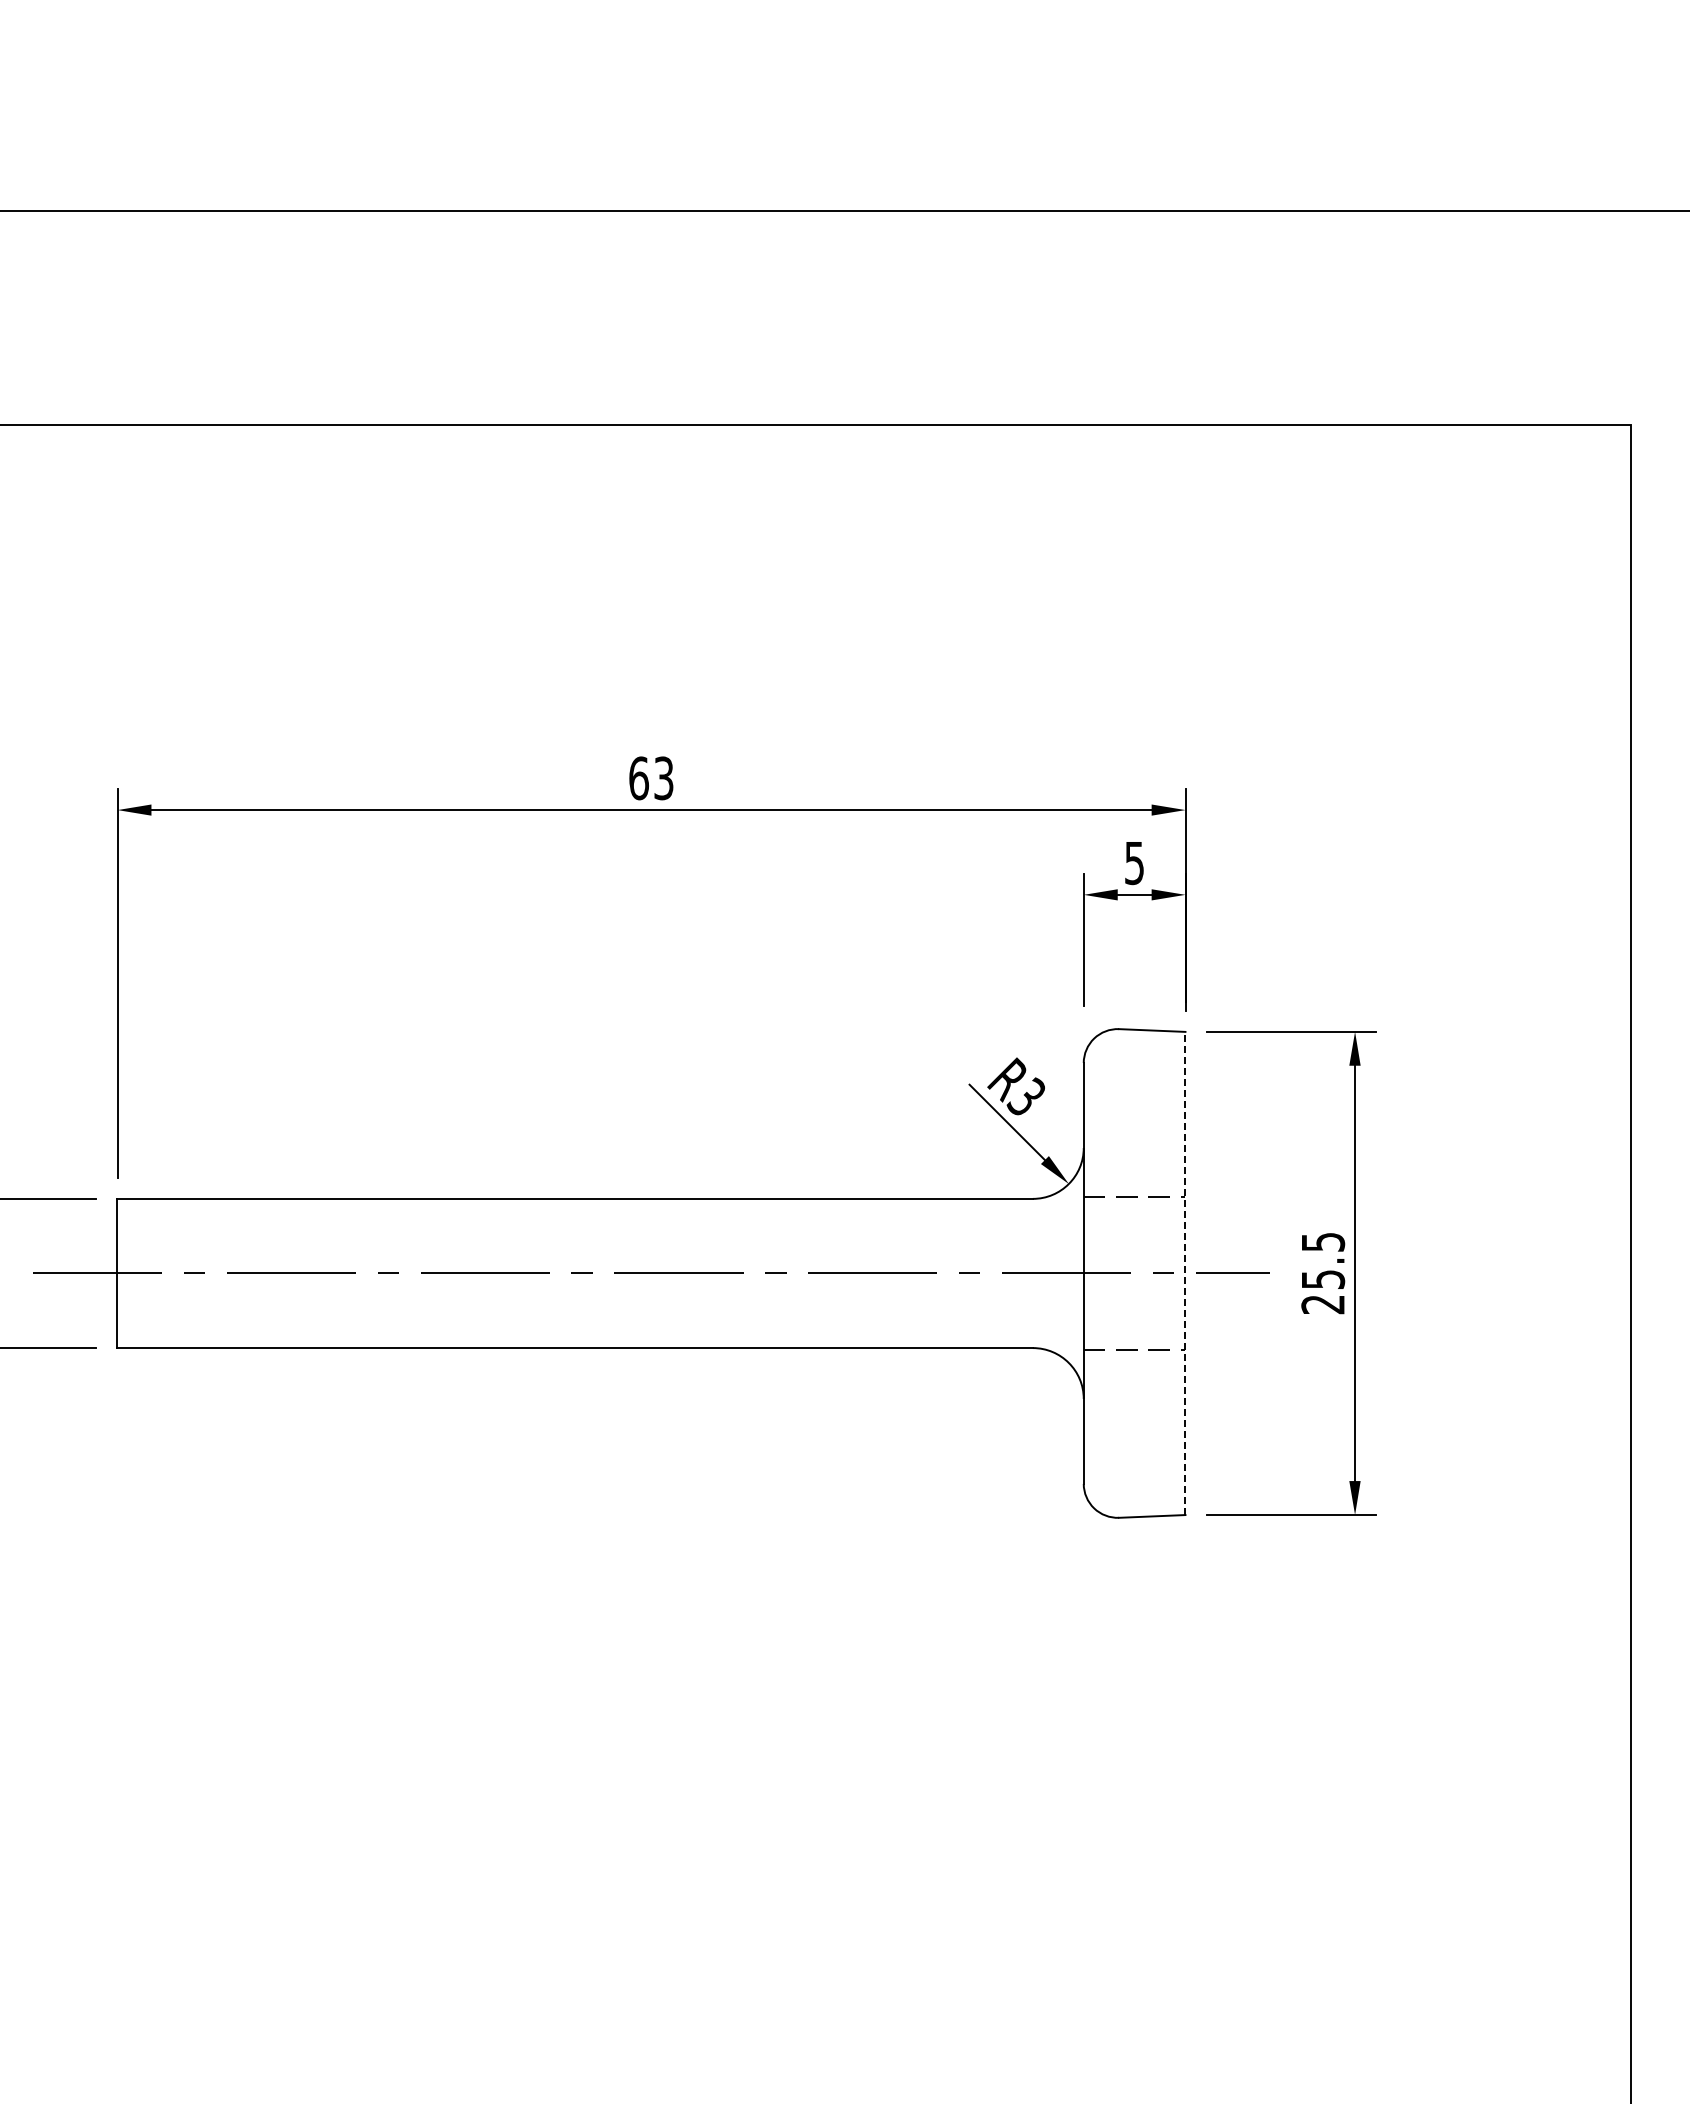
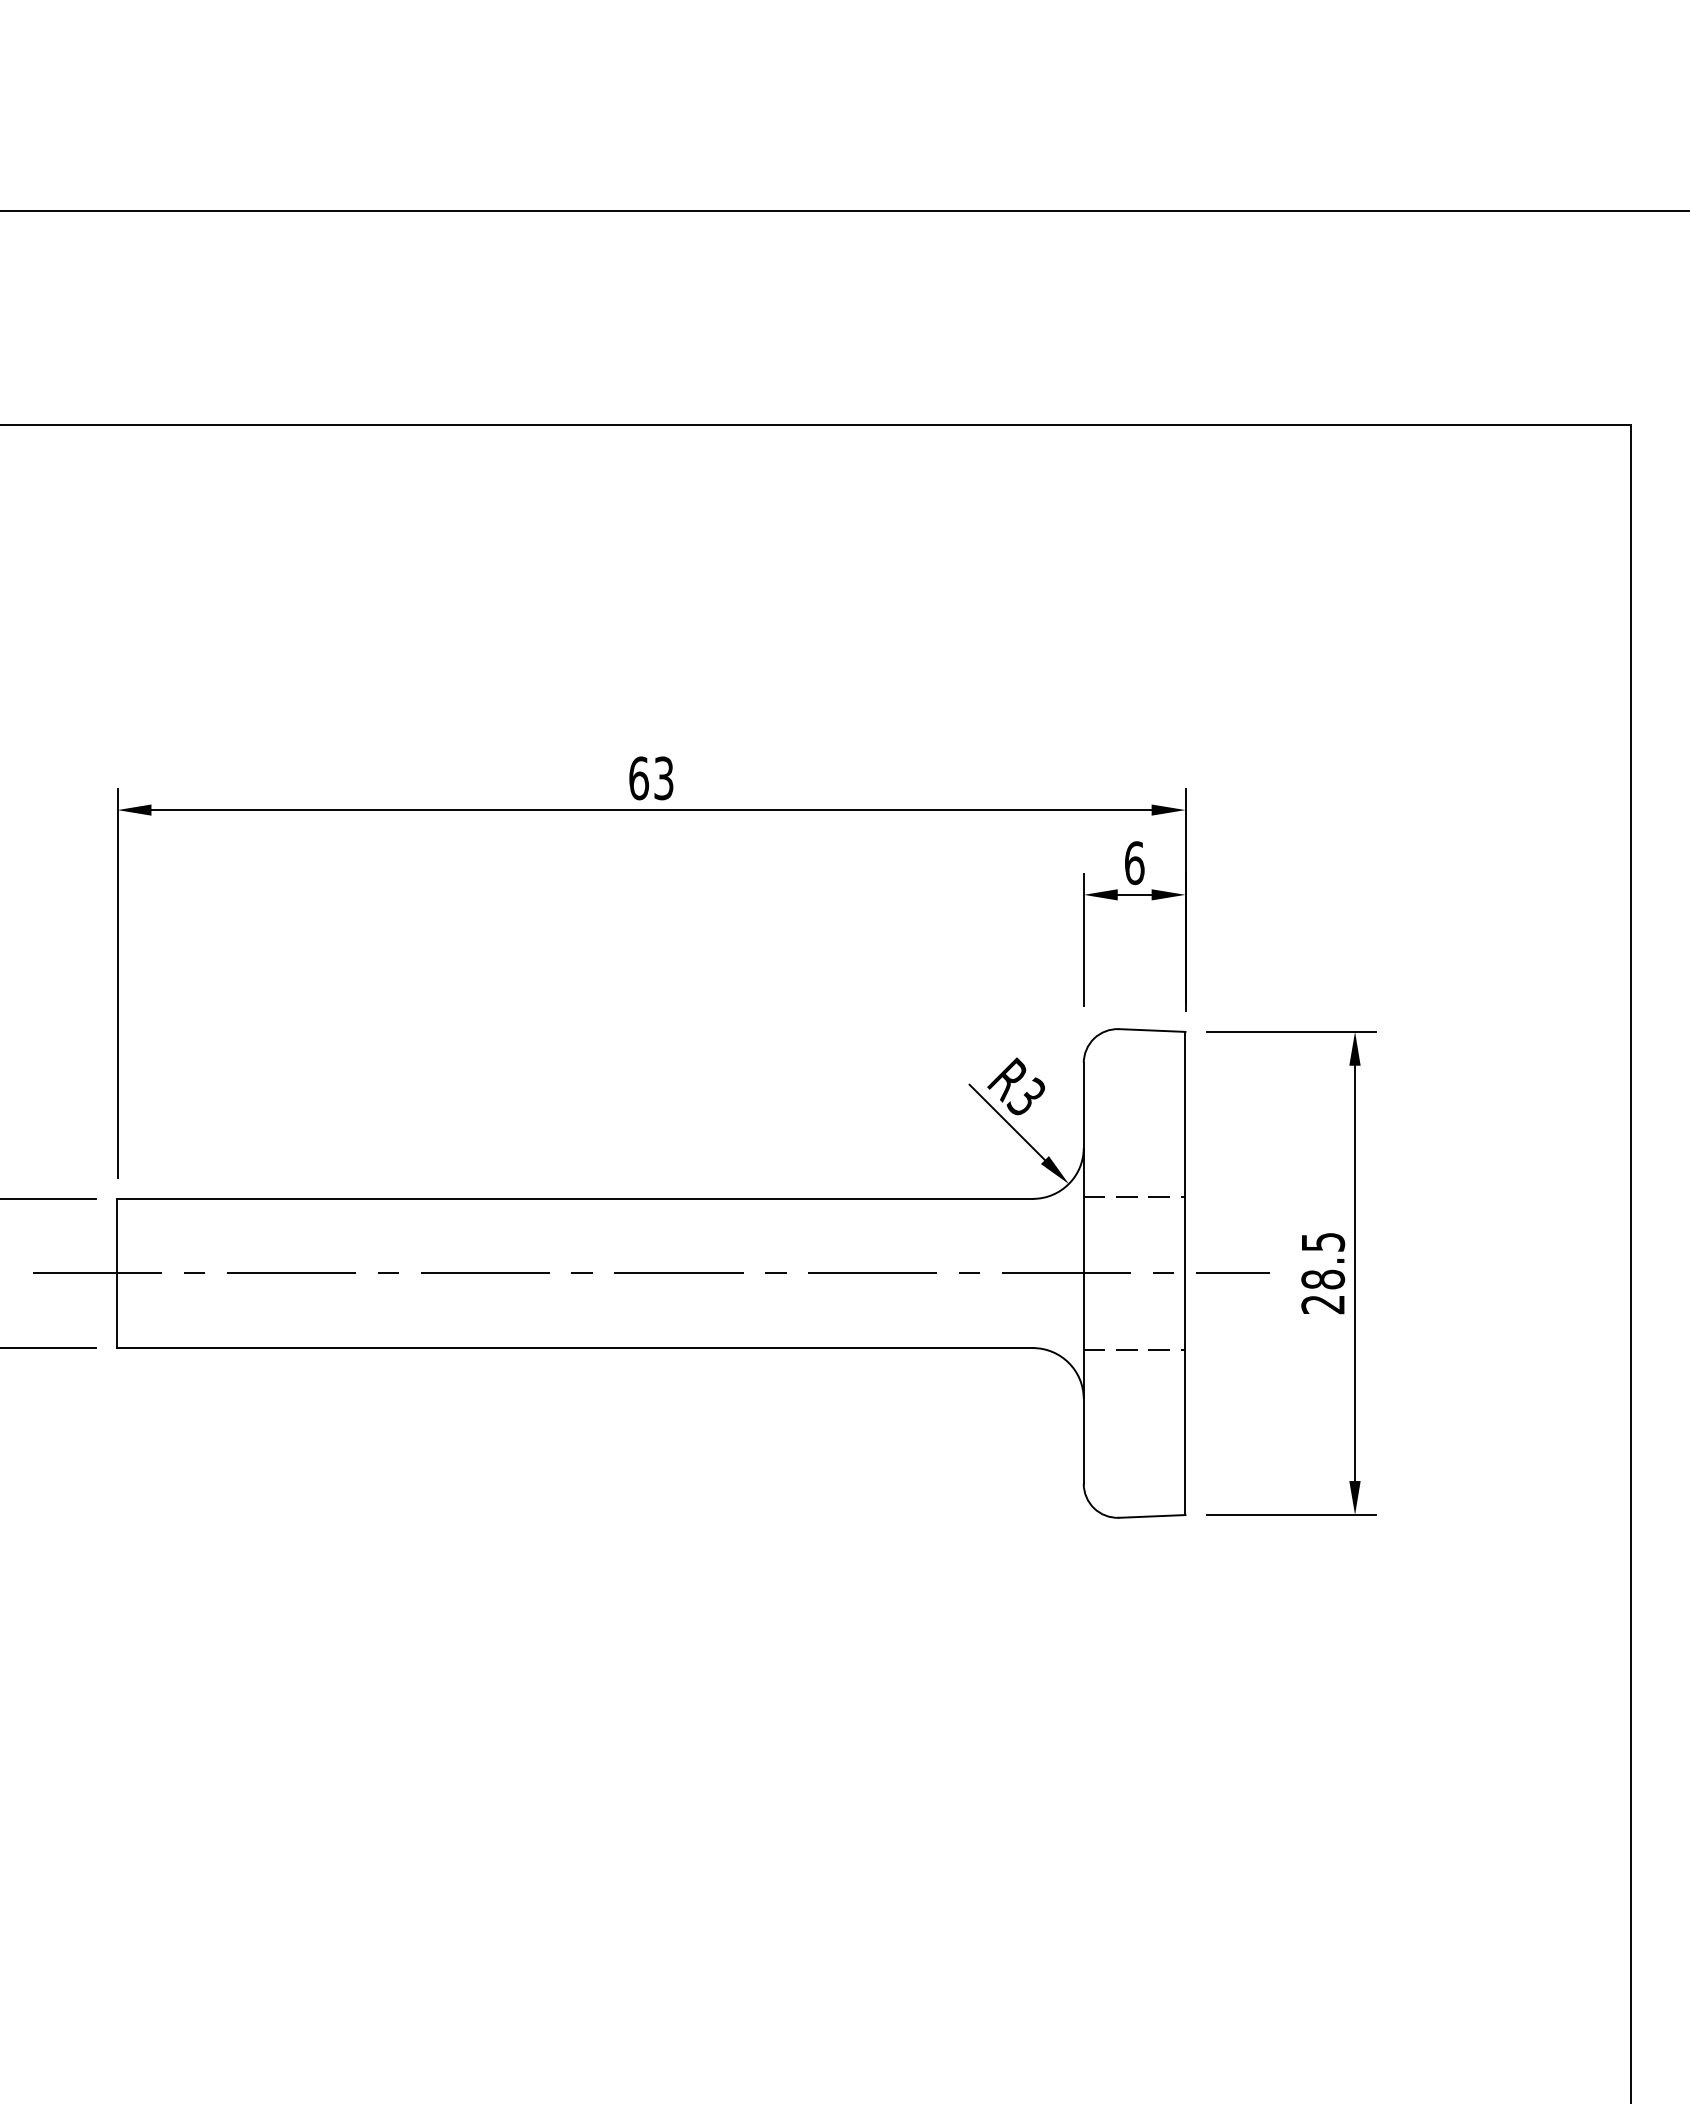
text at (1134, 863): 5 -> 6
line at (1185, 1273): dashed -> solid
text at (1323, 1279): 25.5 -> 28.5
